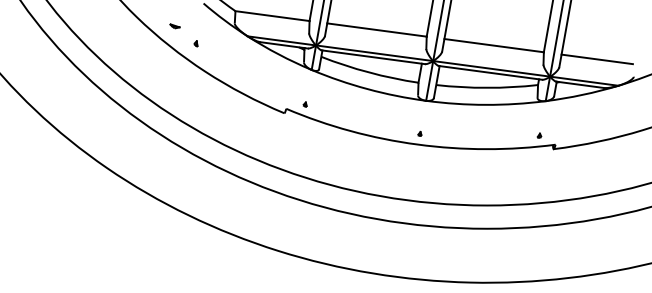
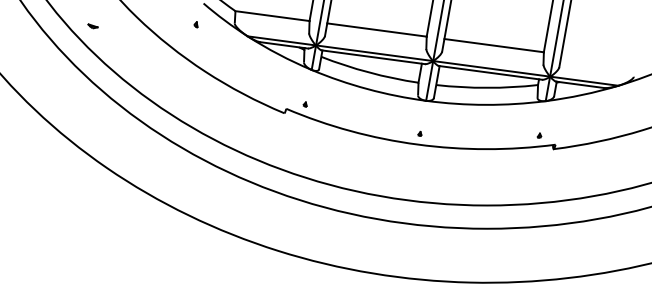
part at (174, 26) position: (174, 26) -> (92, 26)
part at (195, 43) position: (195, 43) -> (195, 24)
line at (596, 59): present -> none
